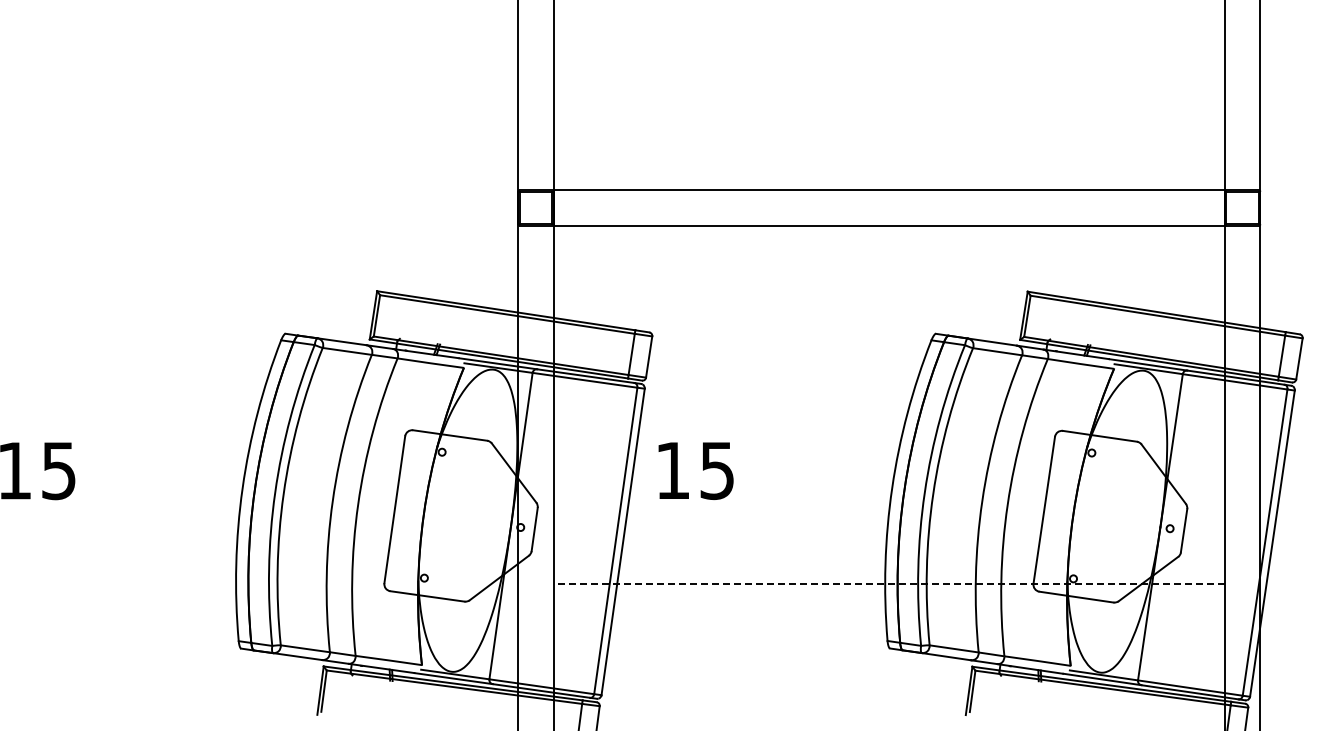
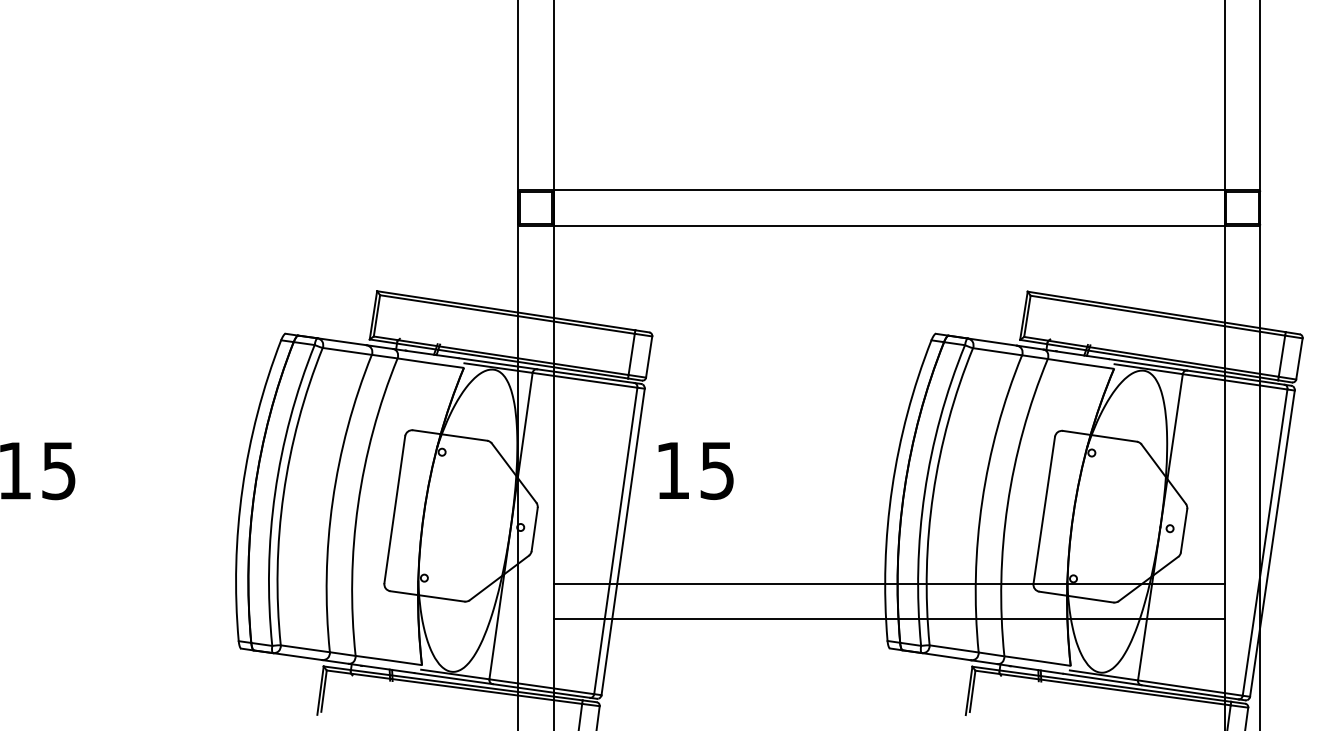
line at (889, 583): dashed -> solid
line at (888, 618): none -> present
